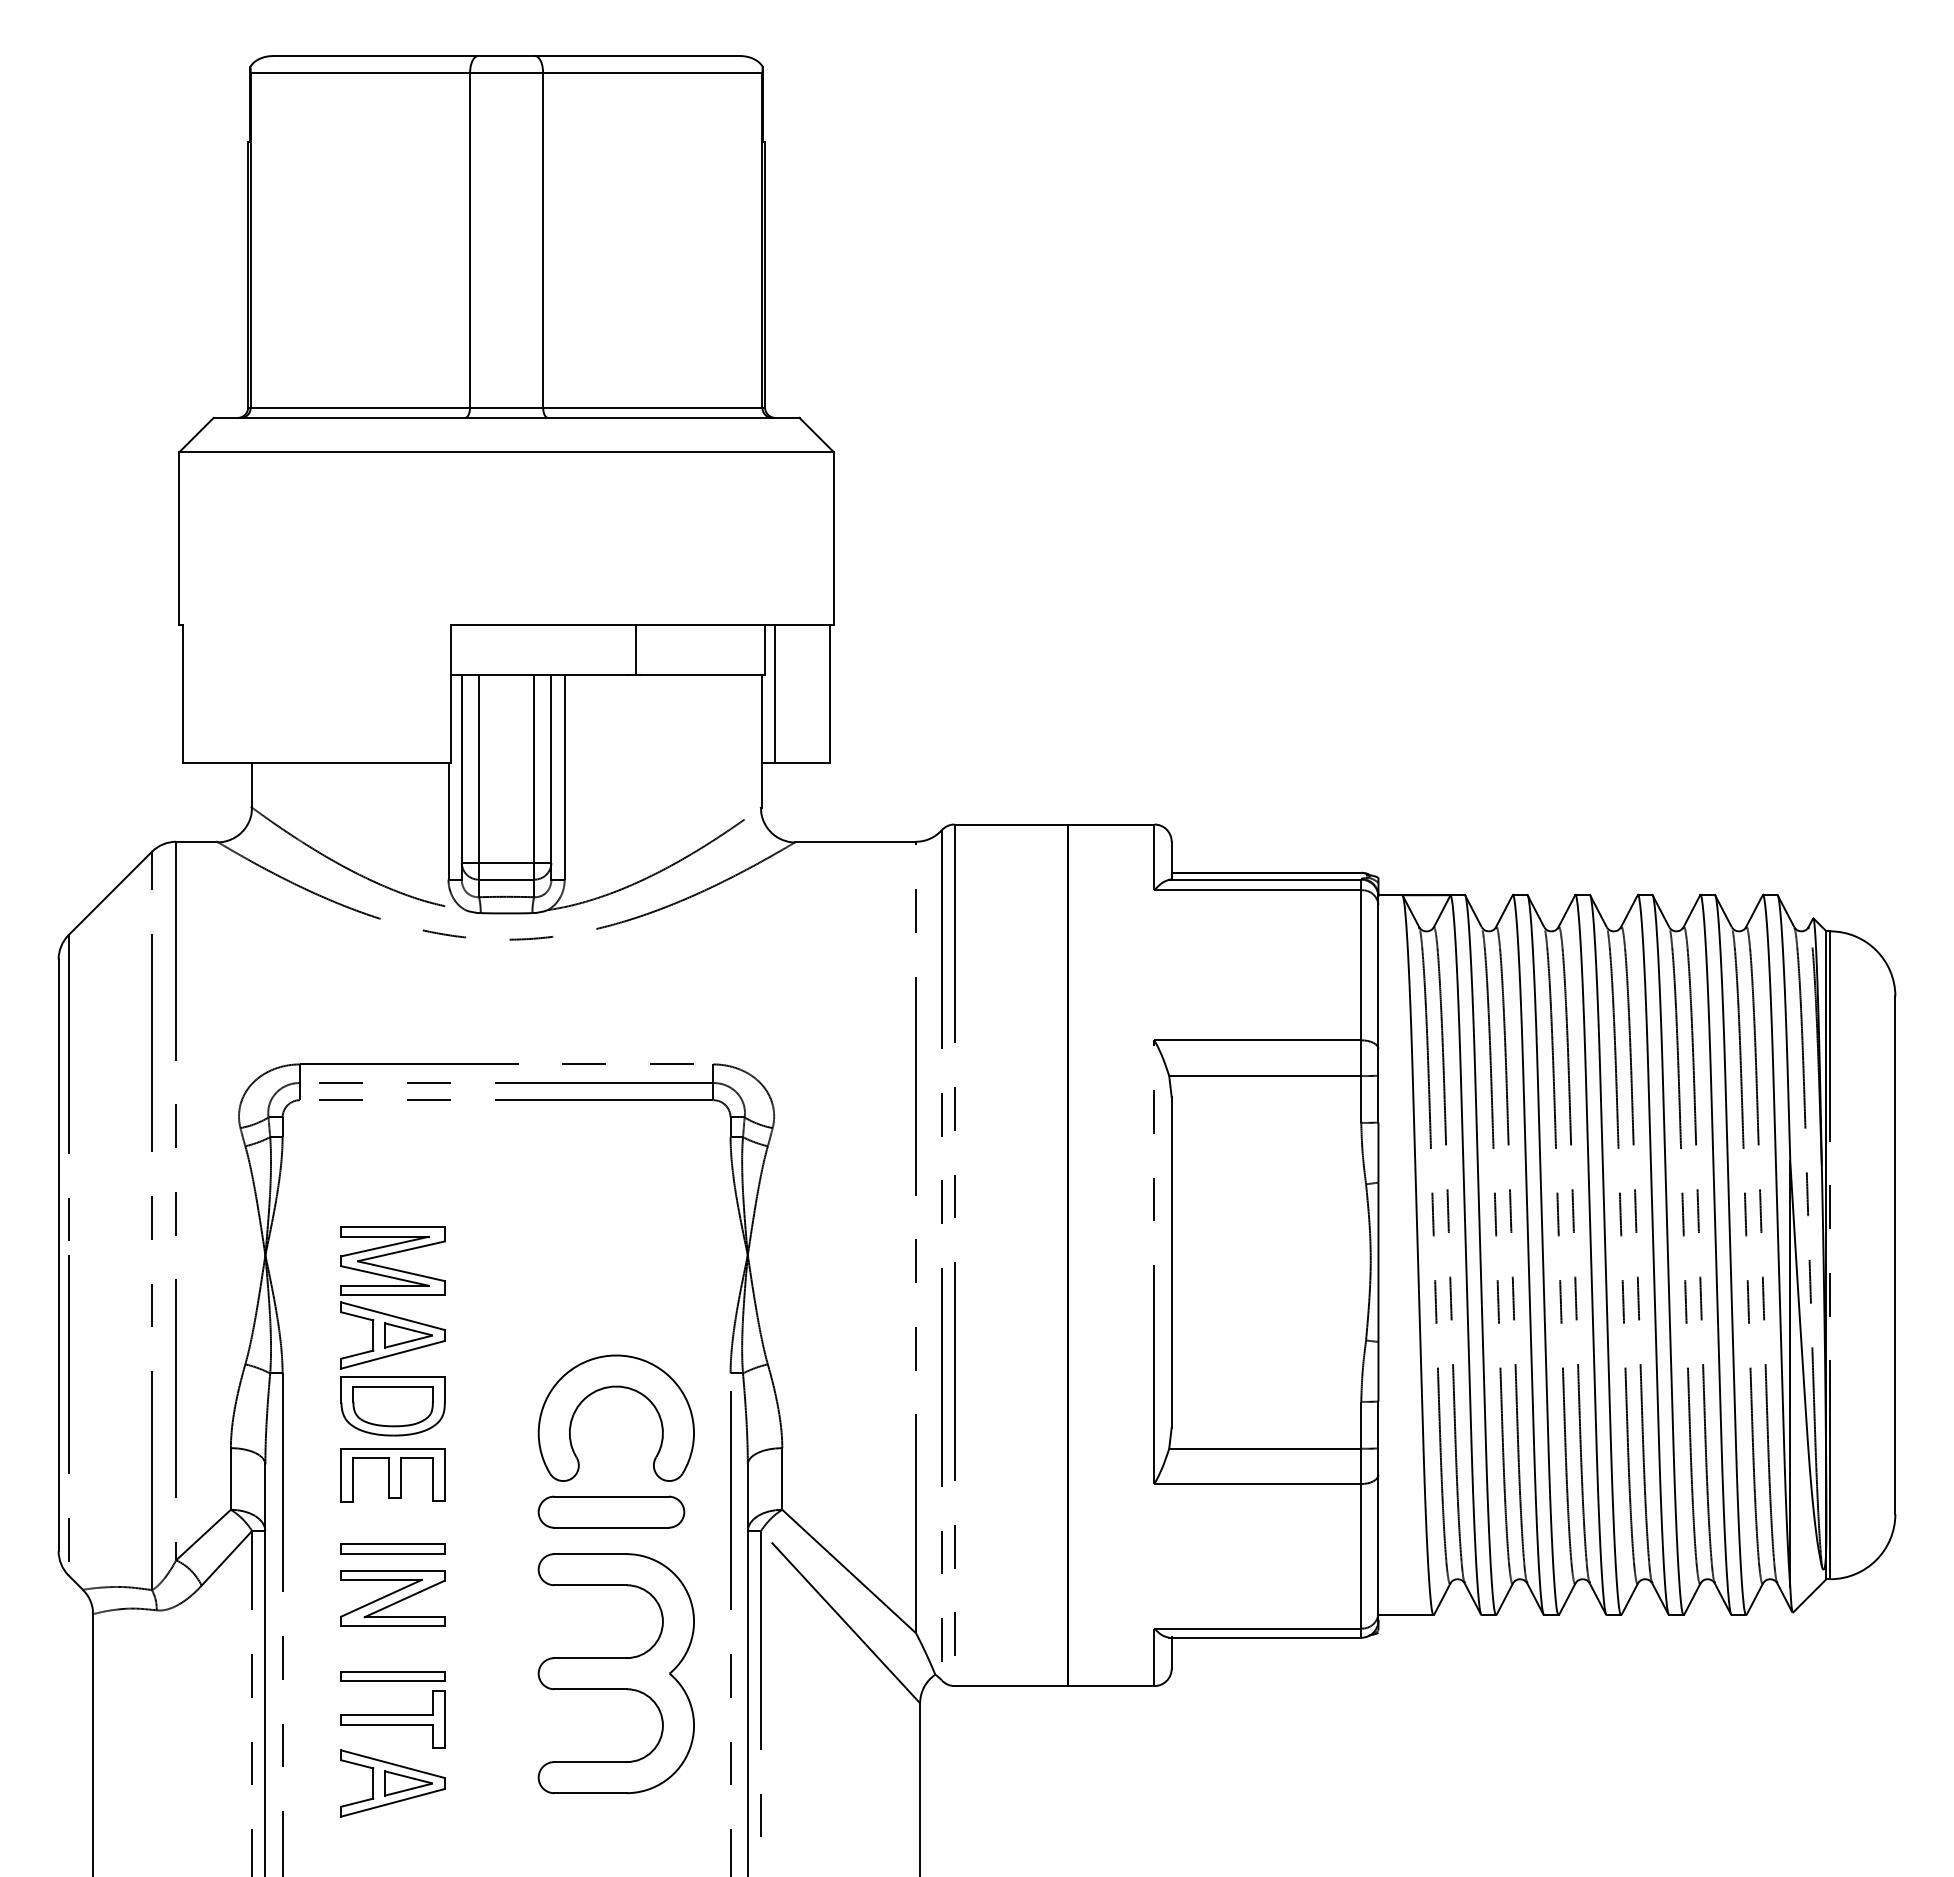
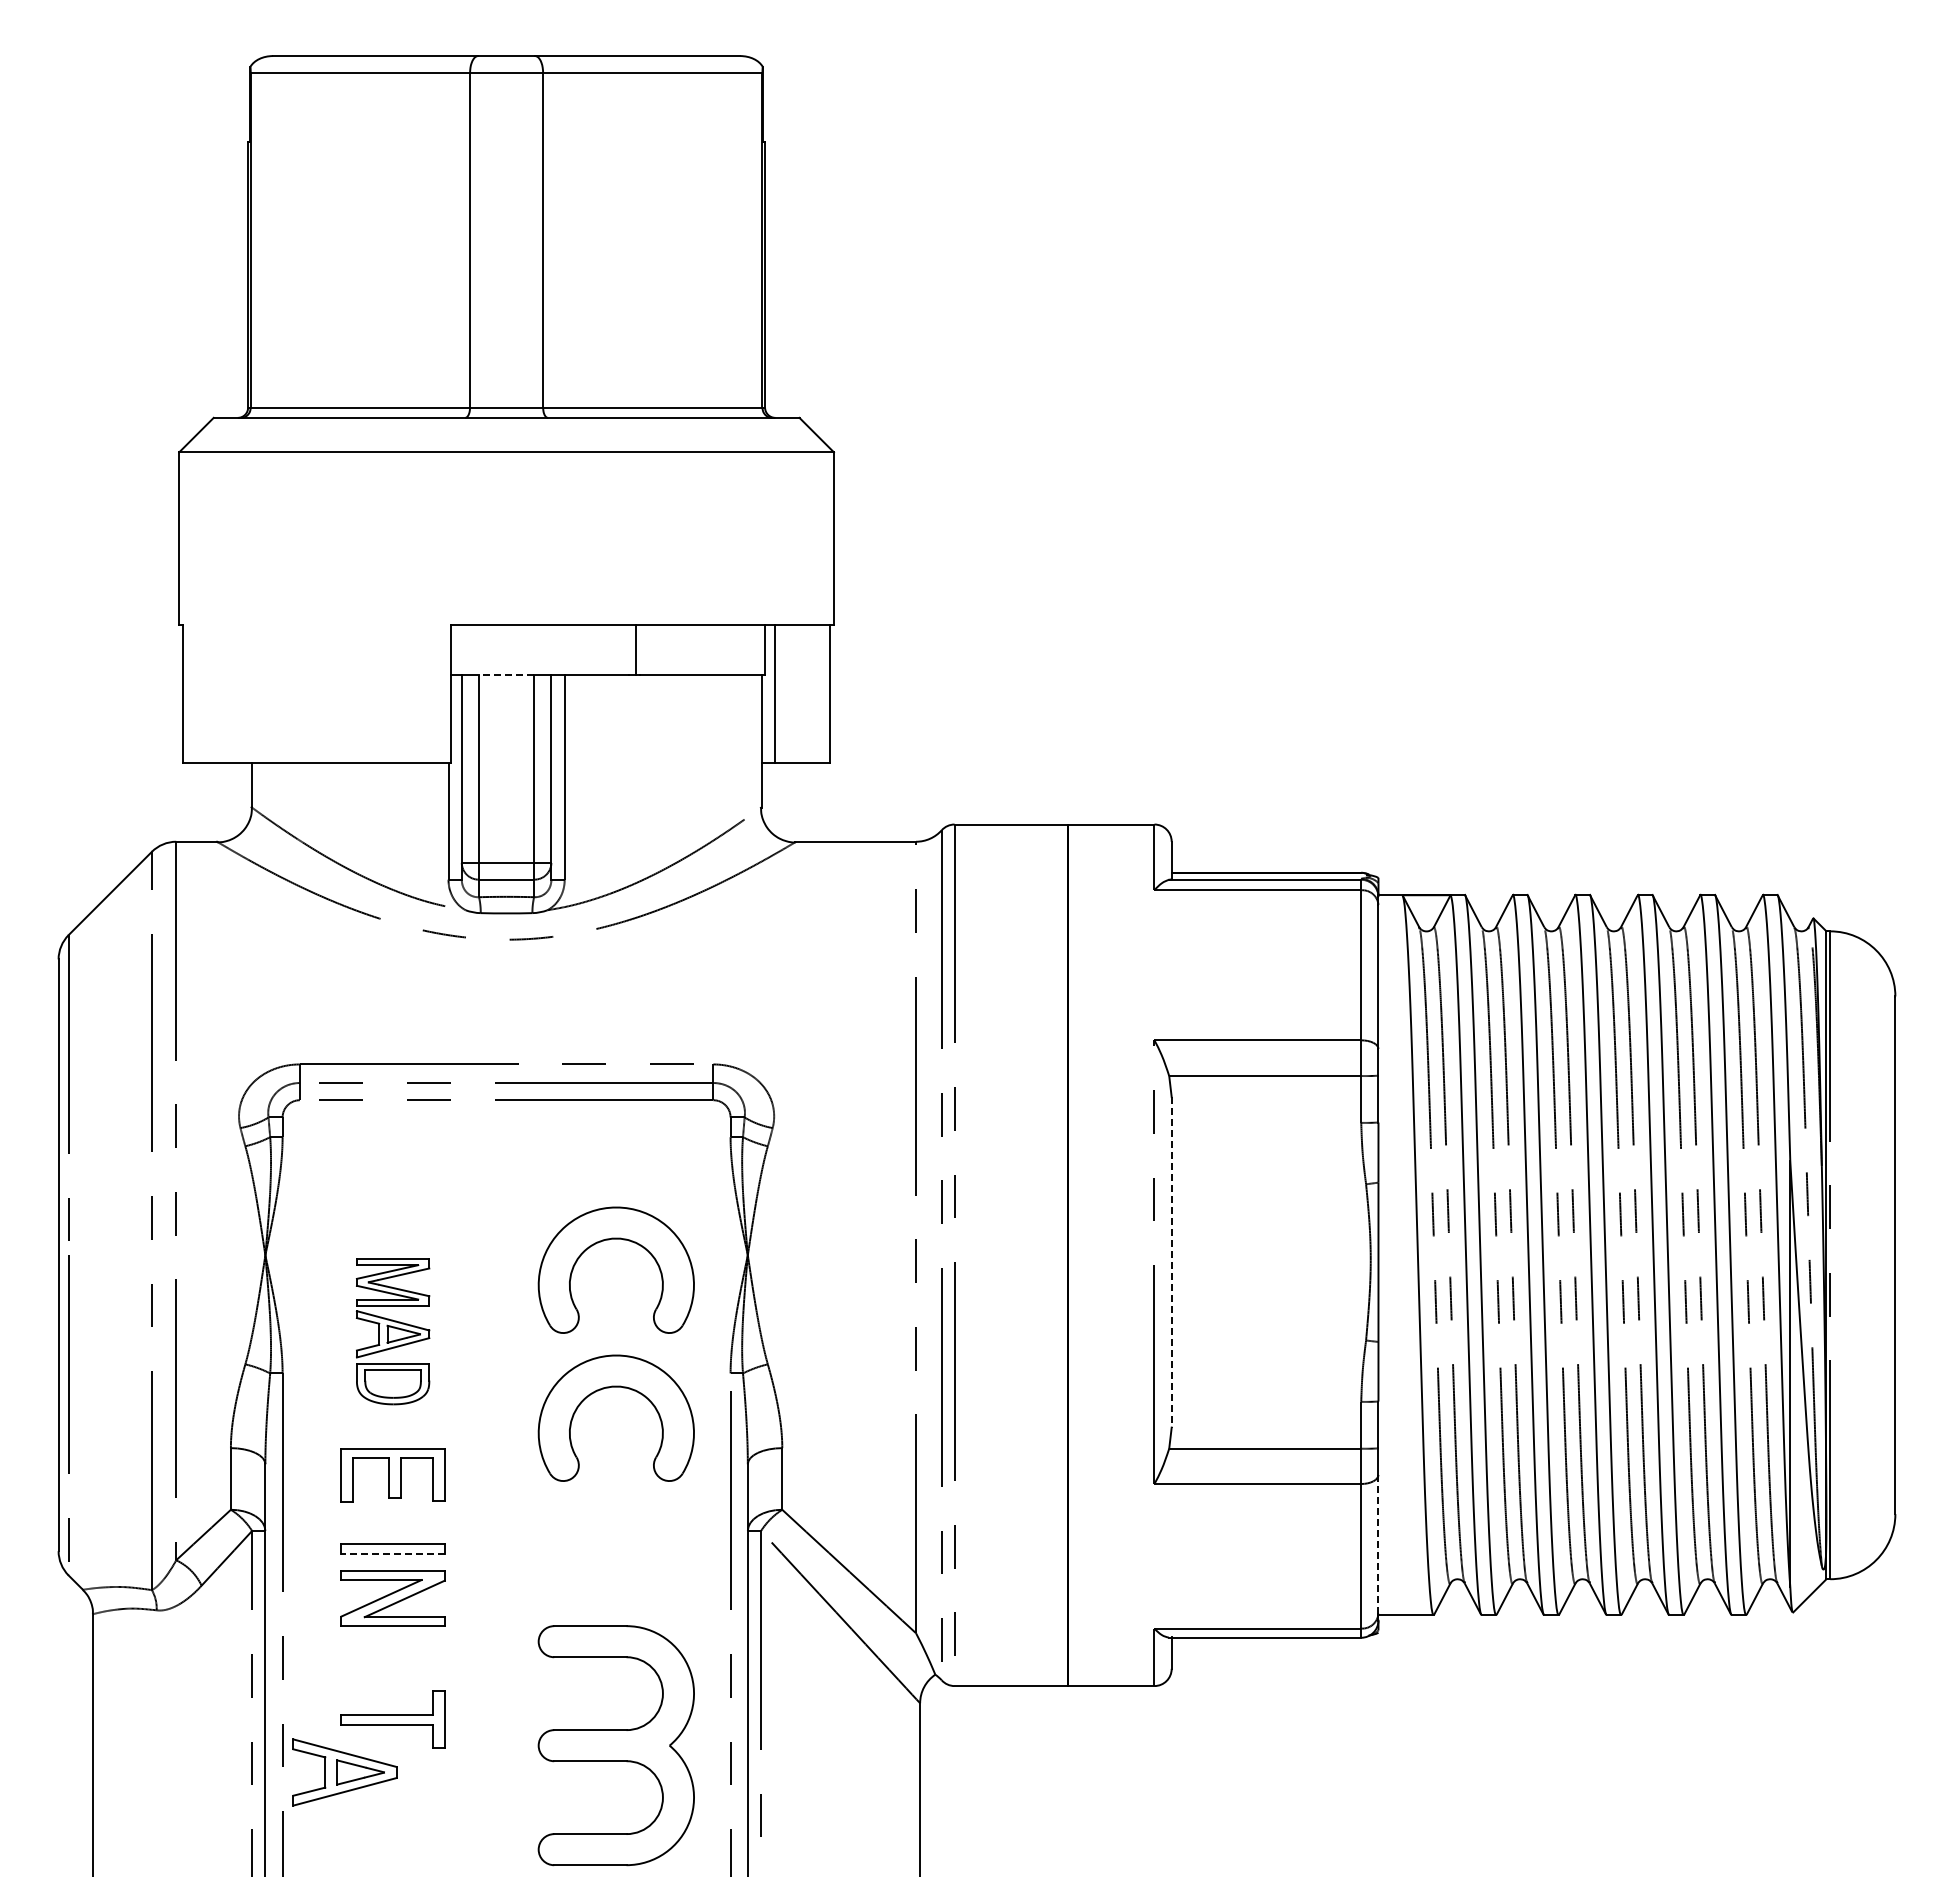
line at (506, 674): solid -> dashed
part at (609, 1240): none -> present
line at (1171, 1262): solid -> dashed
part at (392, 1331) size: 106x211 px -> 75x148 px
part at (611, 1511): present -> none
line at (1378, 1544): solid -> dashed
line at (393, 1553): solid -> dashed
part at (615, 1673) position: (615, 1673) -> (615, 1745)
part at (392, 1676): present -> none
part at (392, 1783) position: (392, 1783) -> (344, 1772)
